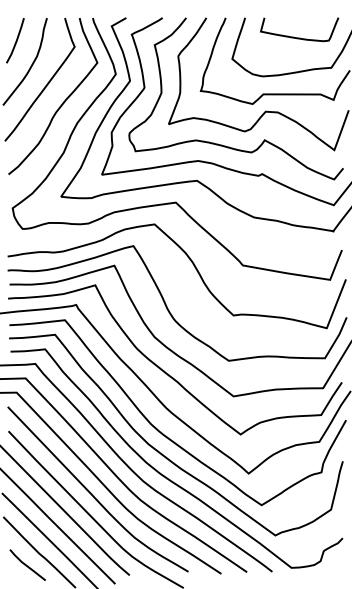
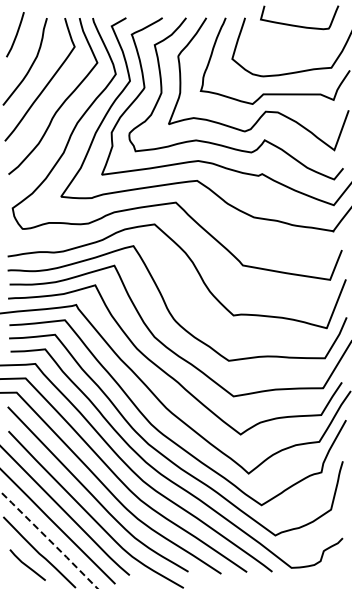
curve at (299, 37) position: (299, 37) -> (299, 25)
curve at (15, 40) position: (15, 40) -> (15, 34)
line at (50, 541): solid -> dashed
